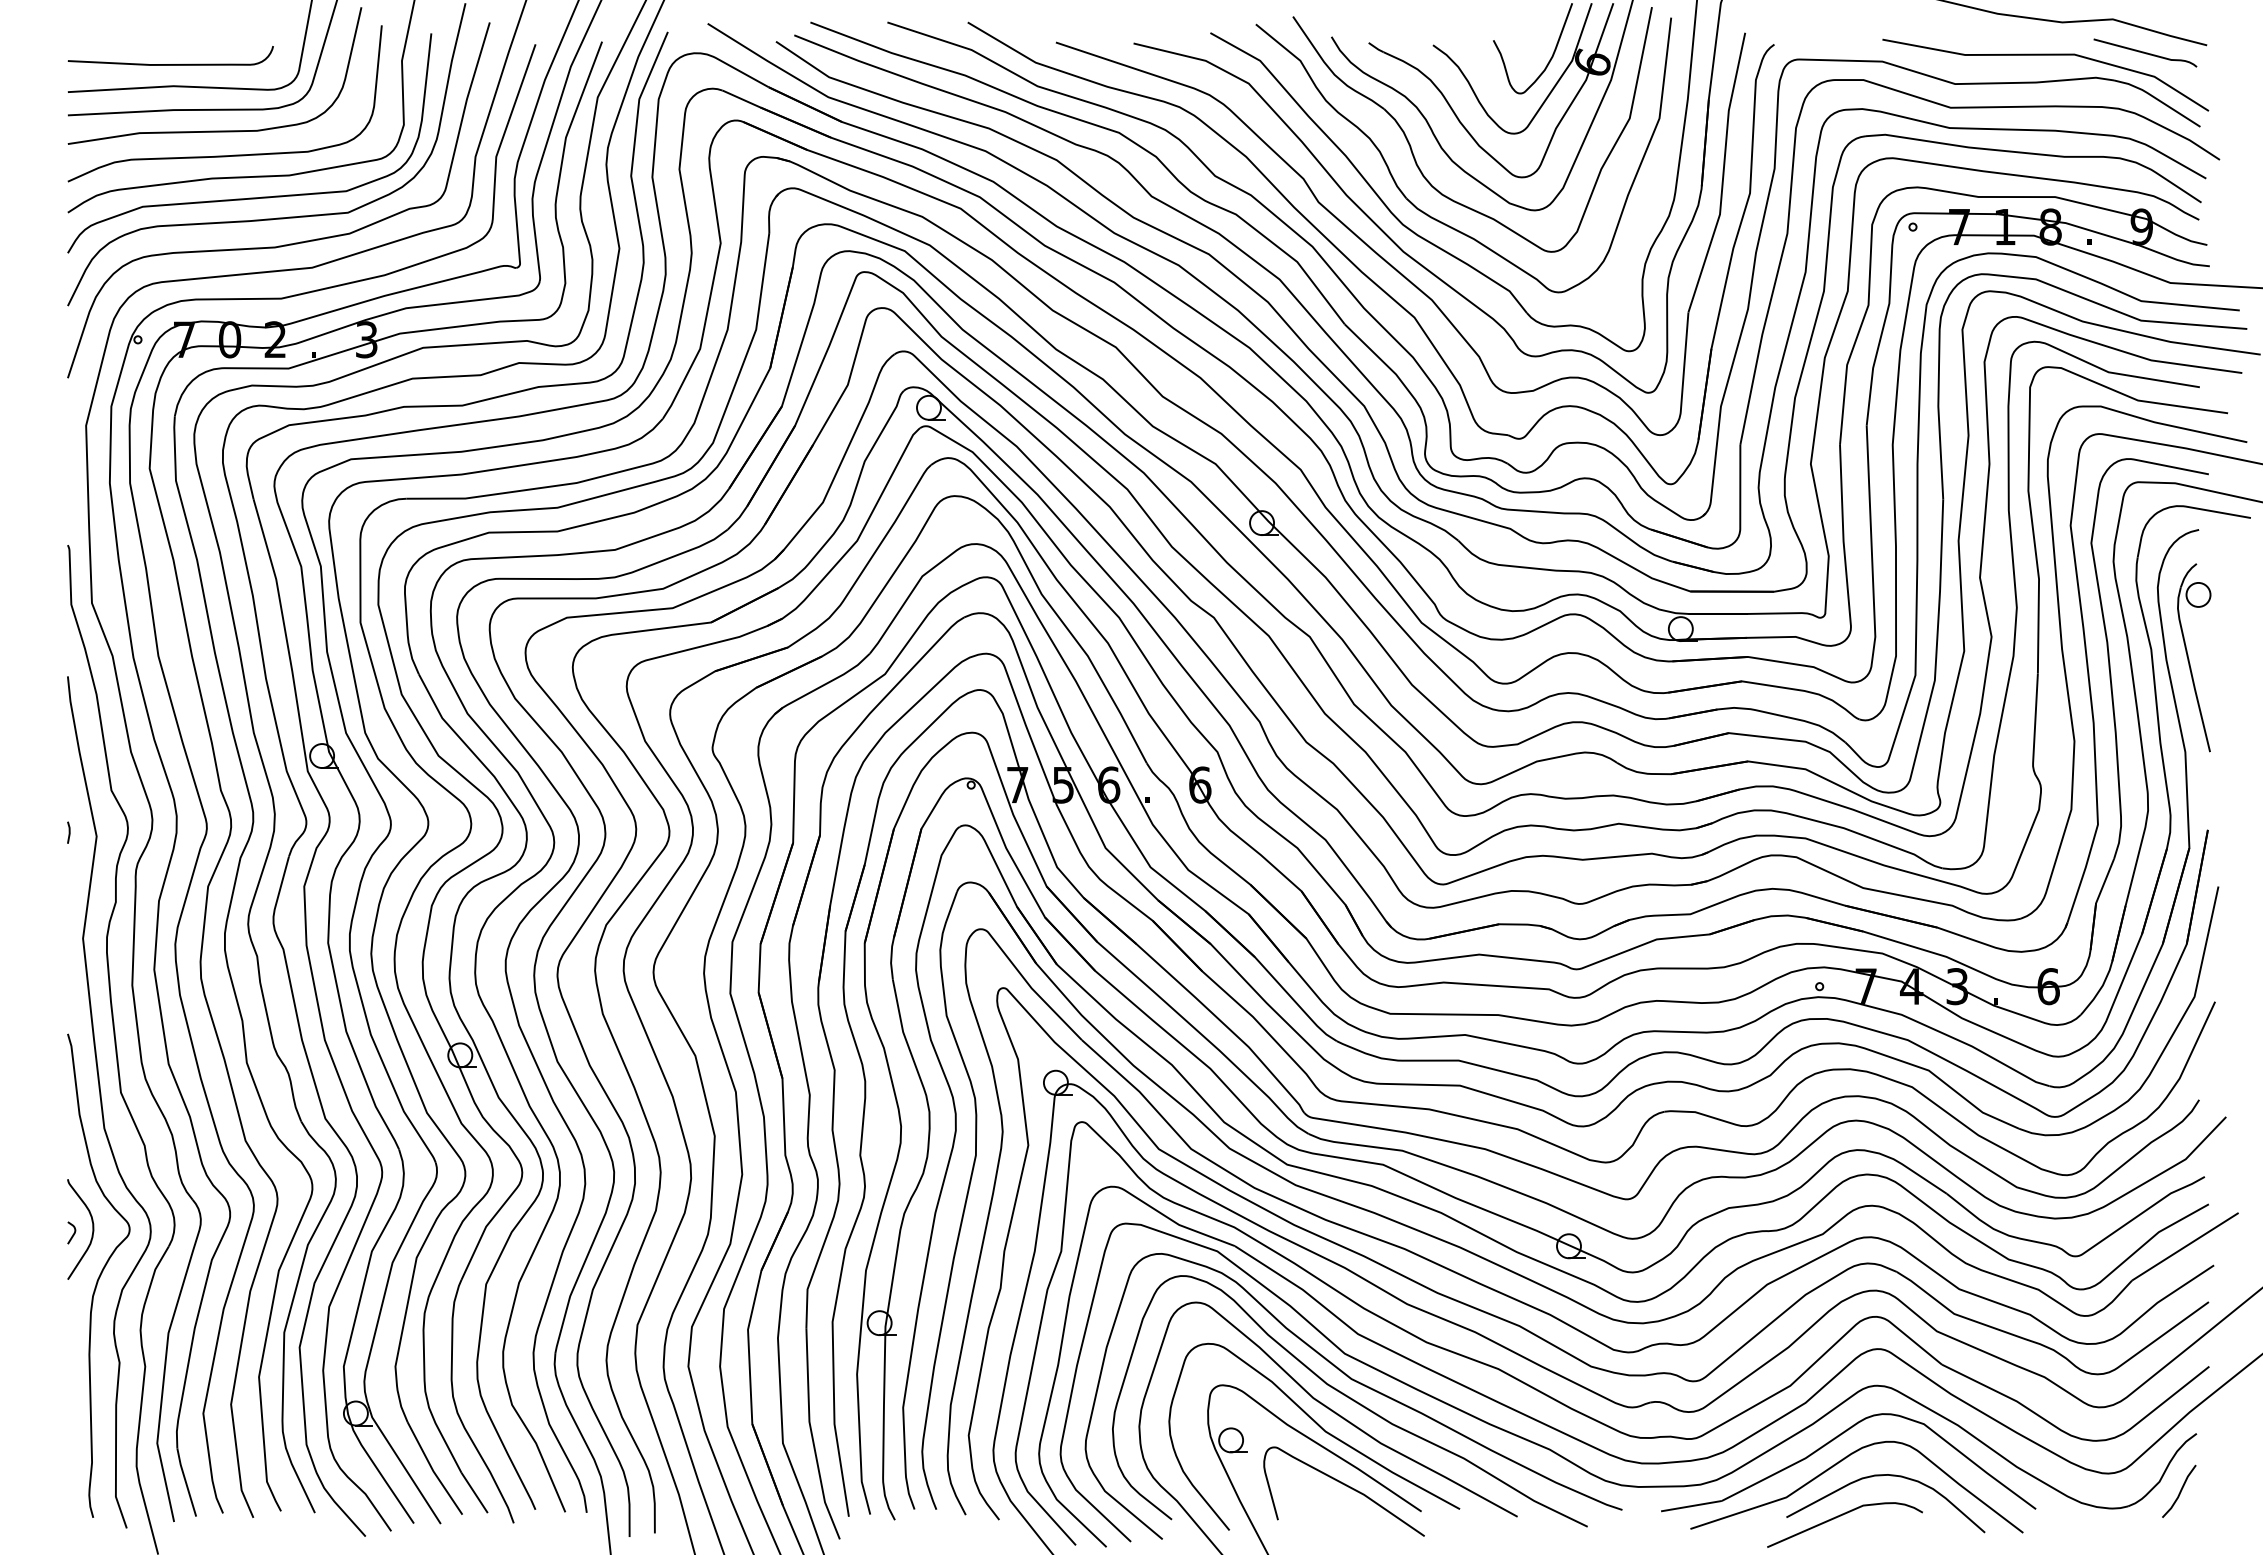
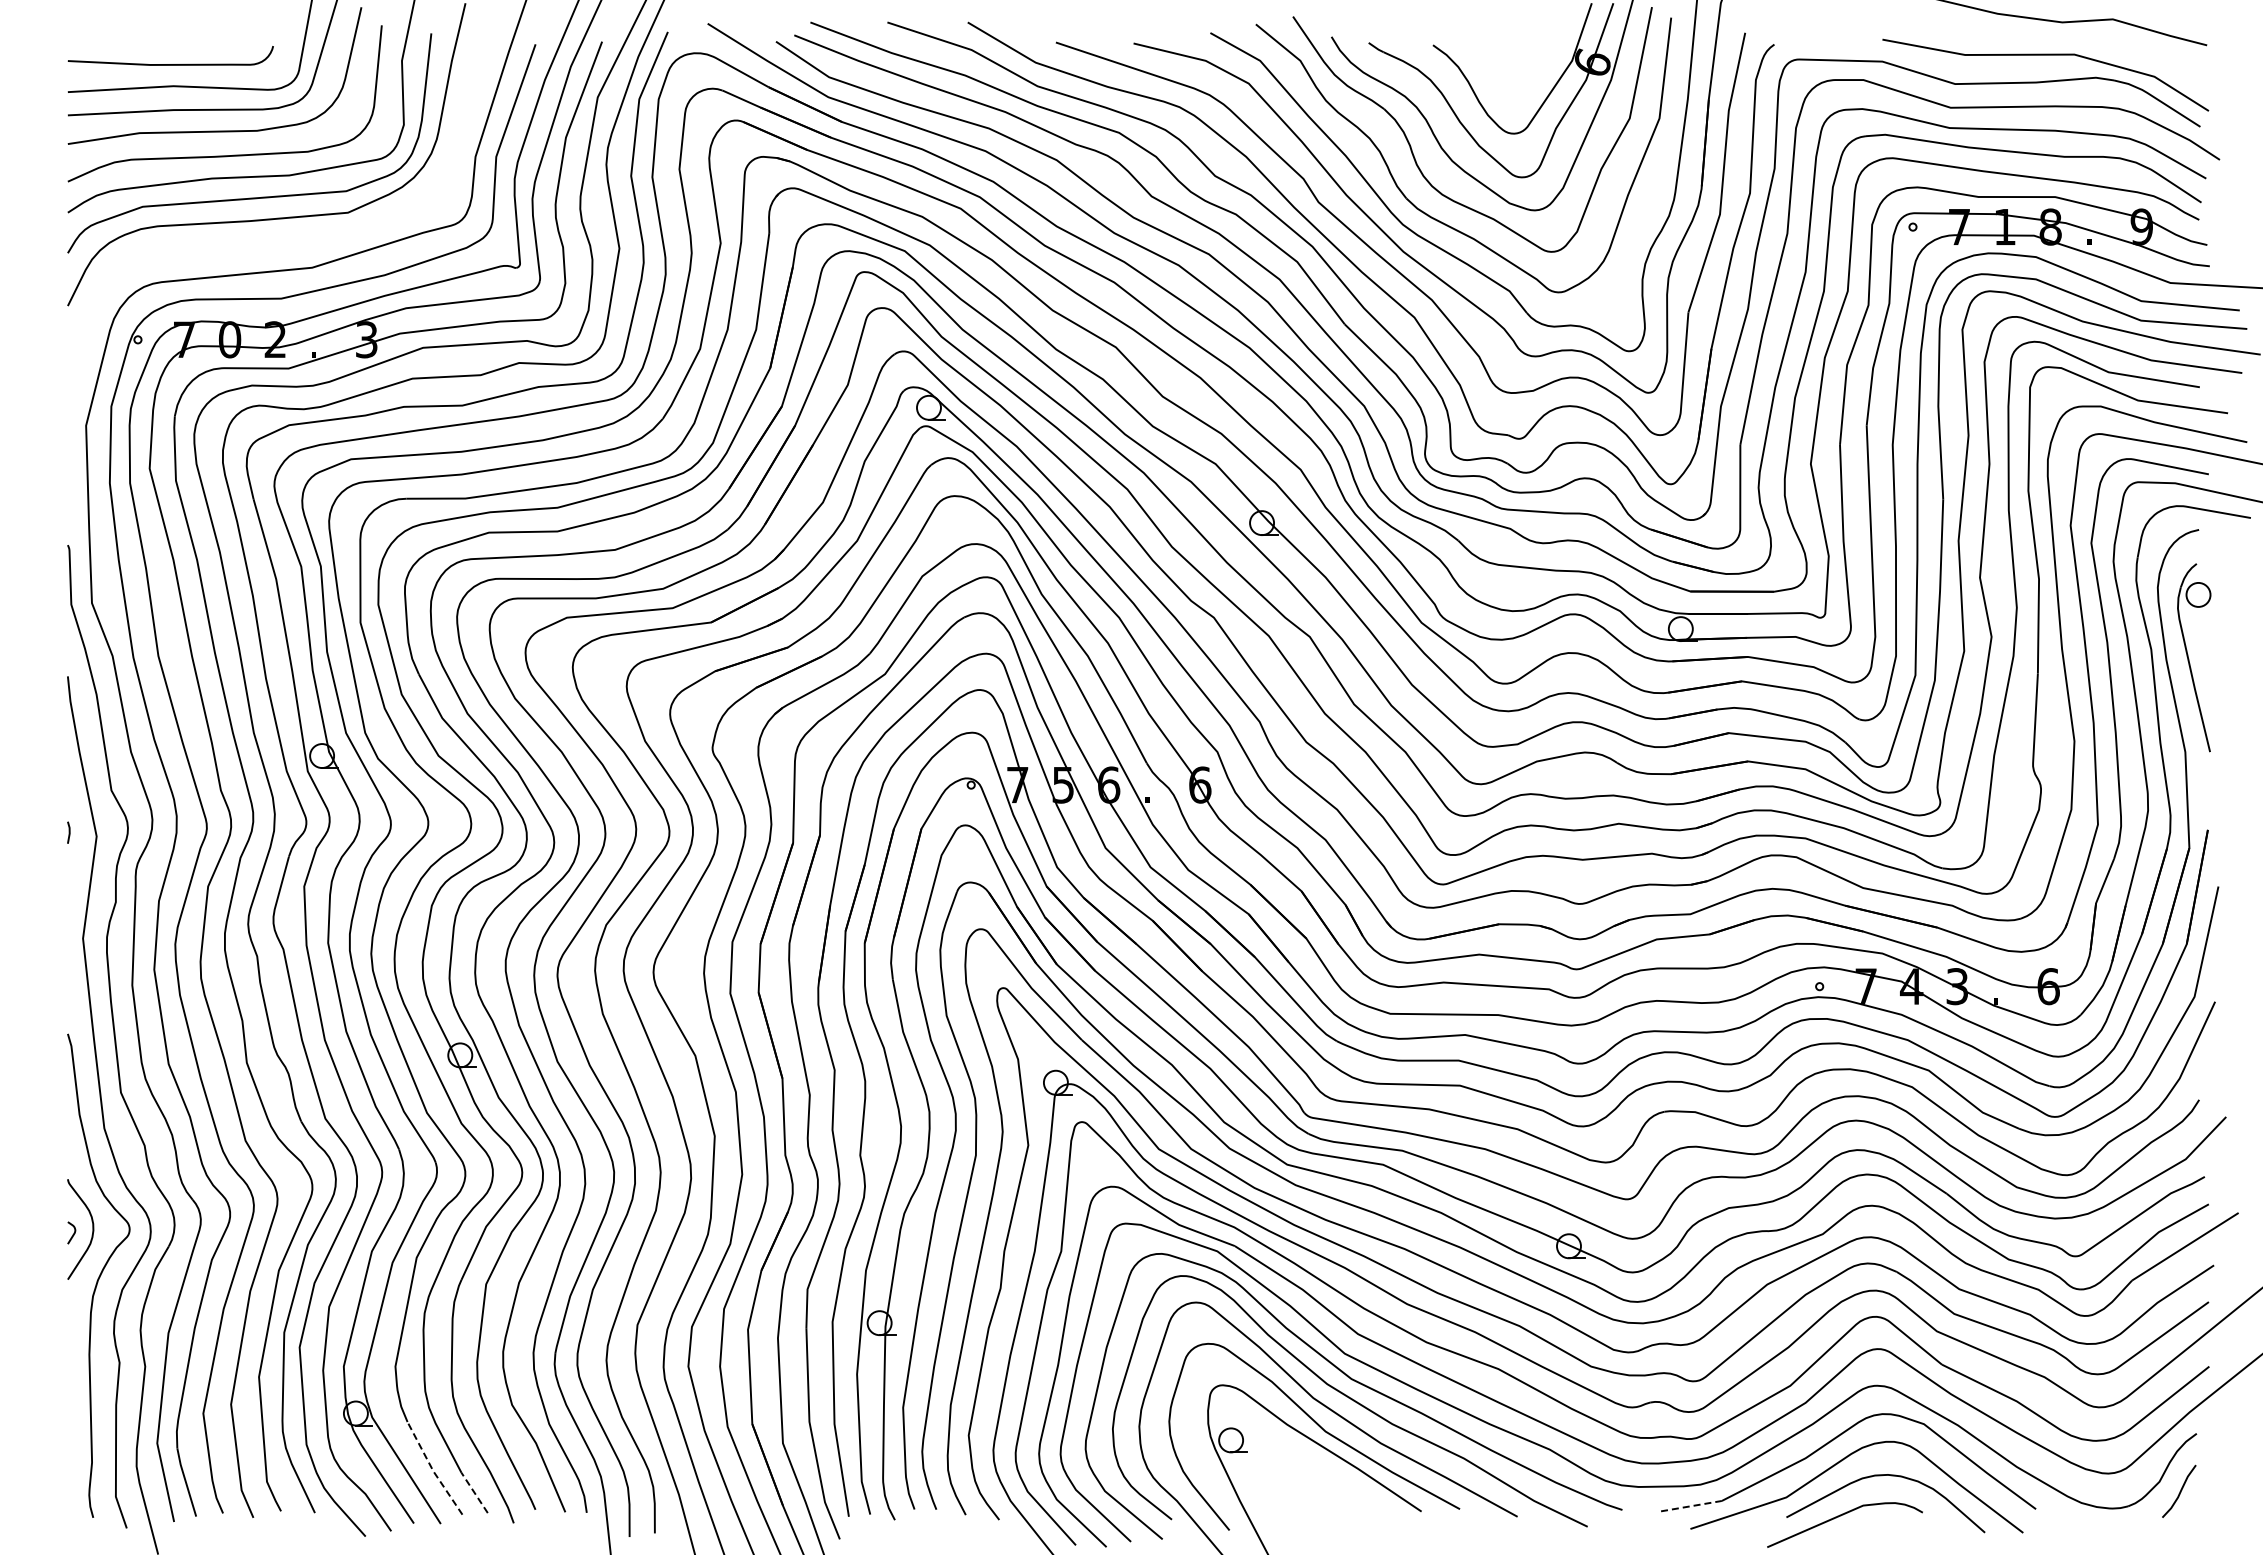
curve at (2145, 52): present -> none
curve at (1549, 59): present -> none
curve at (289, 243): present -> none
line at (433, 1470): solid -> dashed
curve at (1346, 1486): present -> none
line at (474, 1492): solid -> dashed
line at (1691, 1506): solid -> dashed
